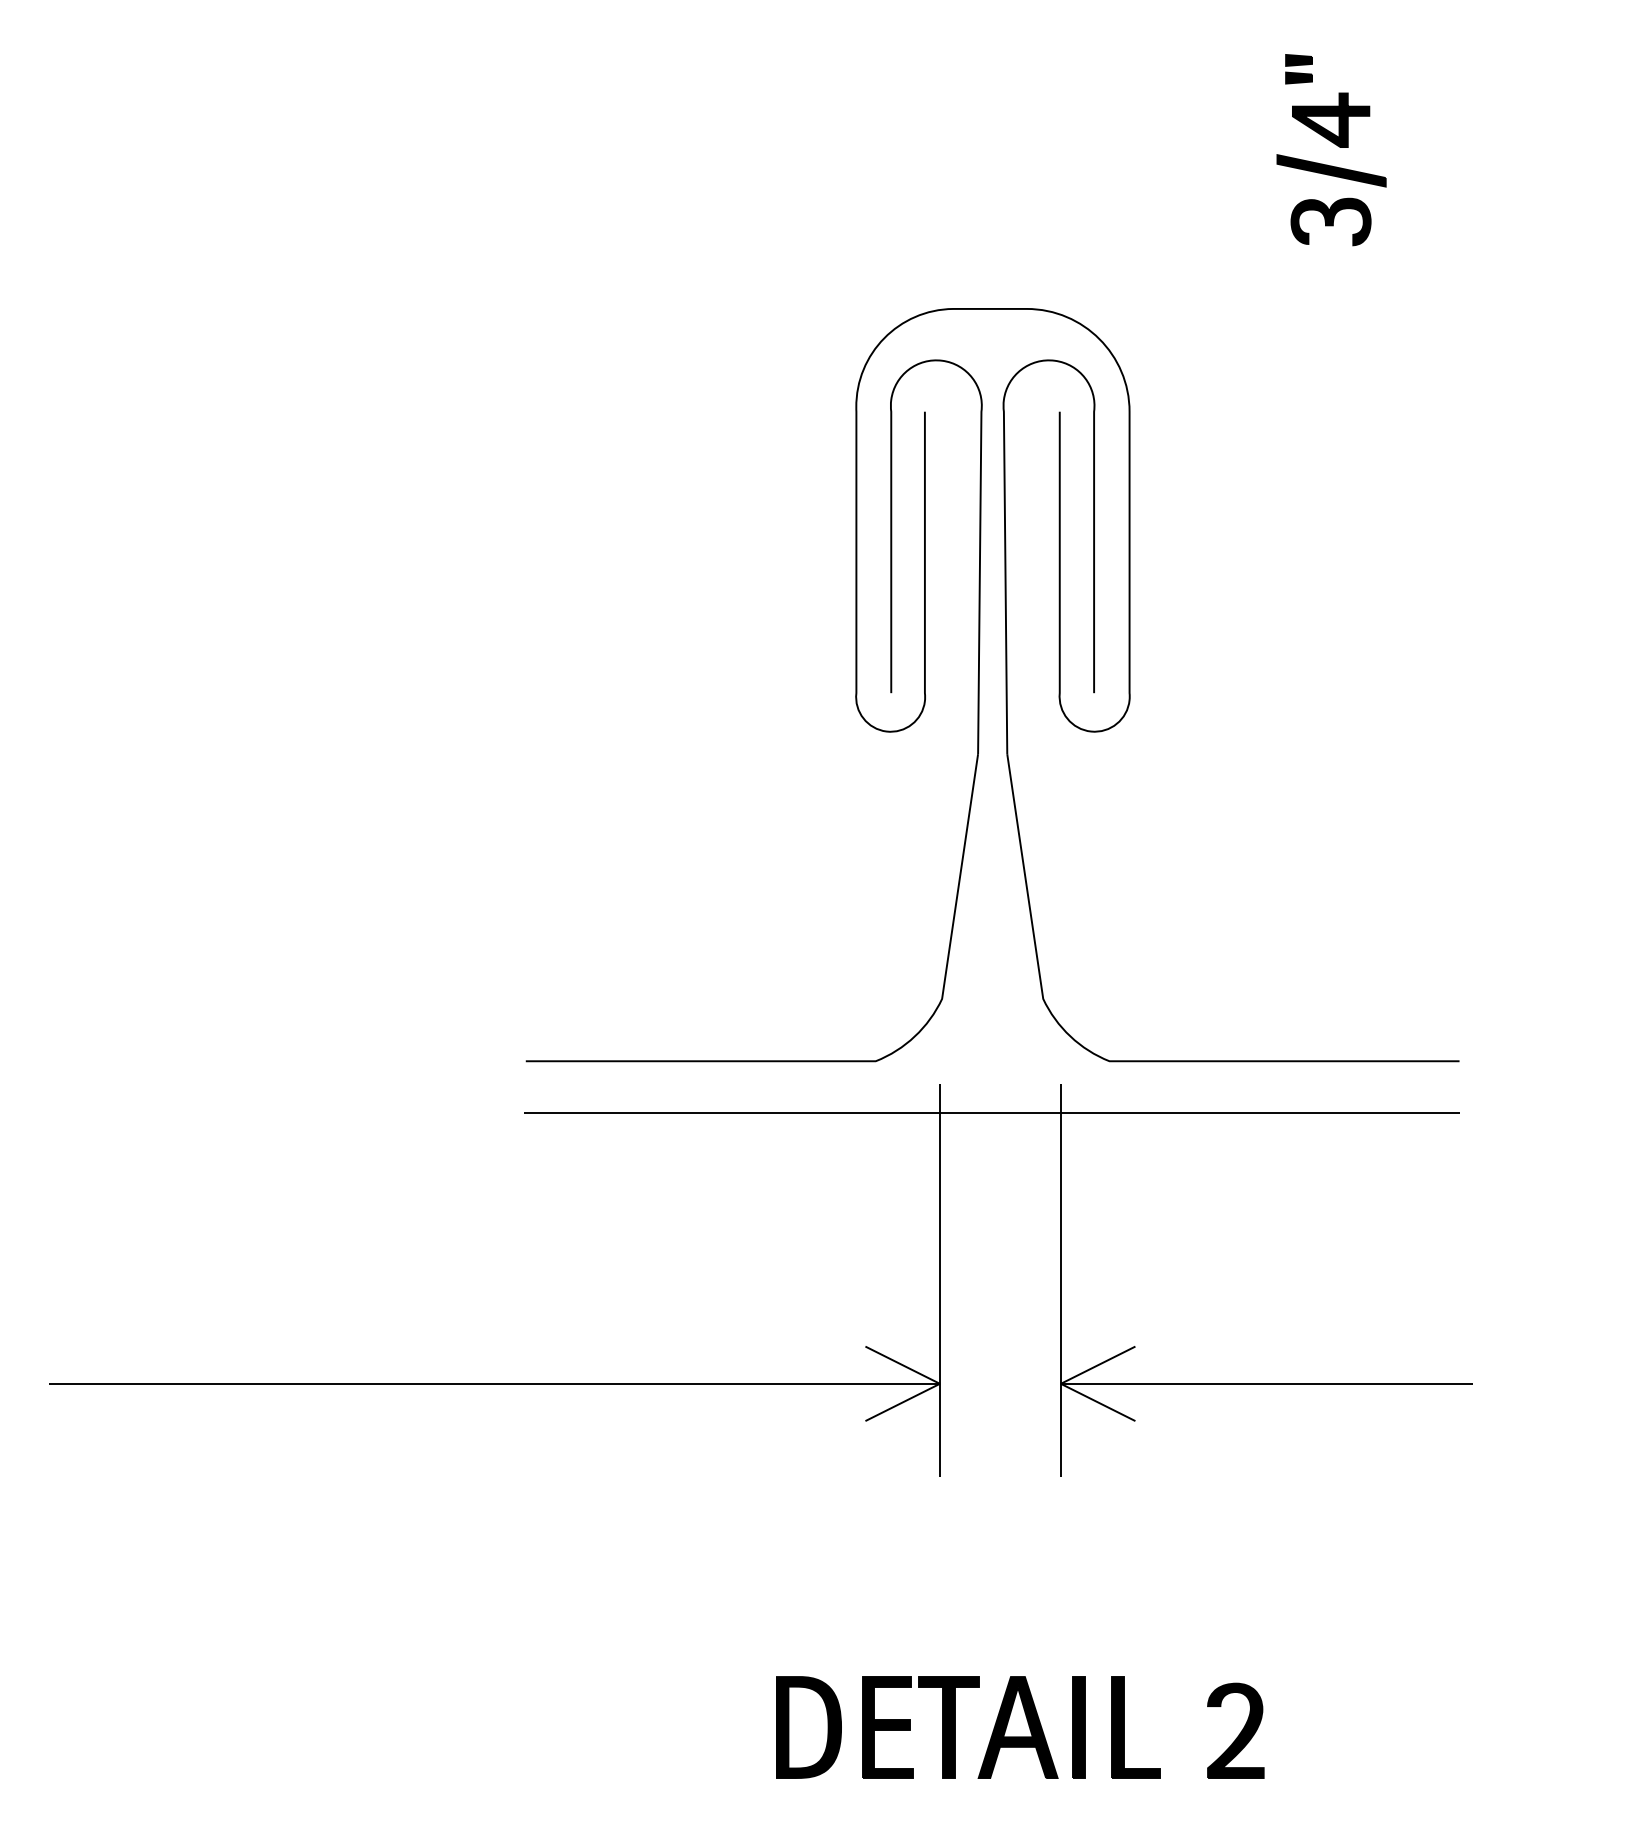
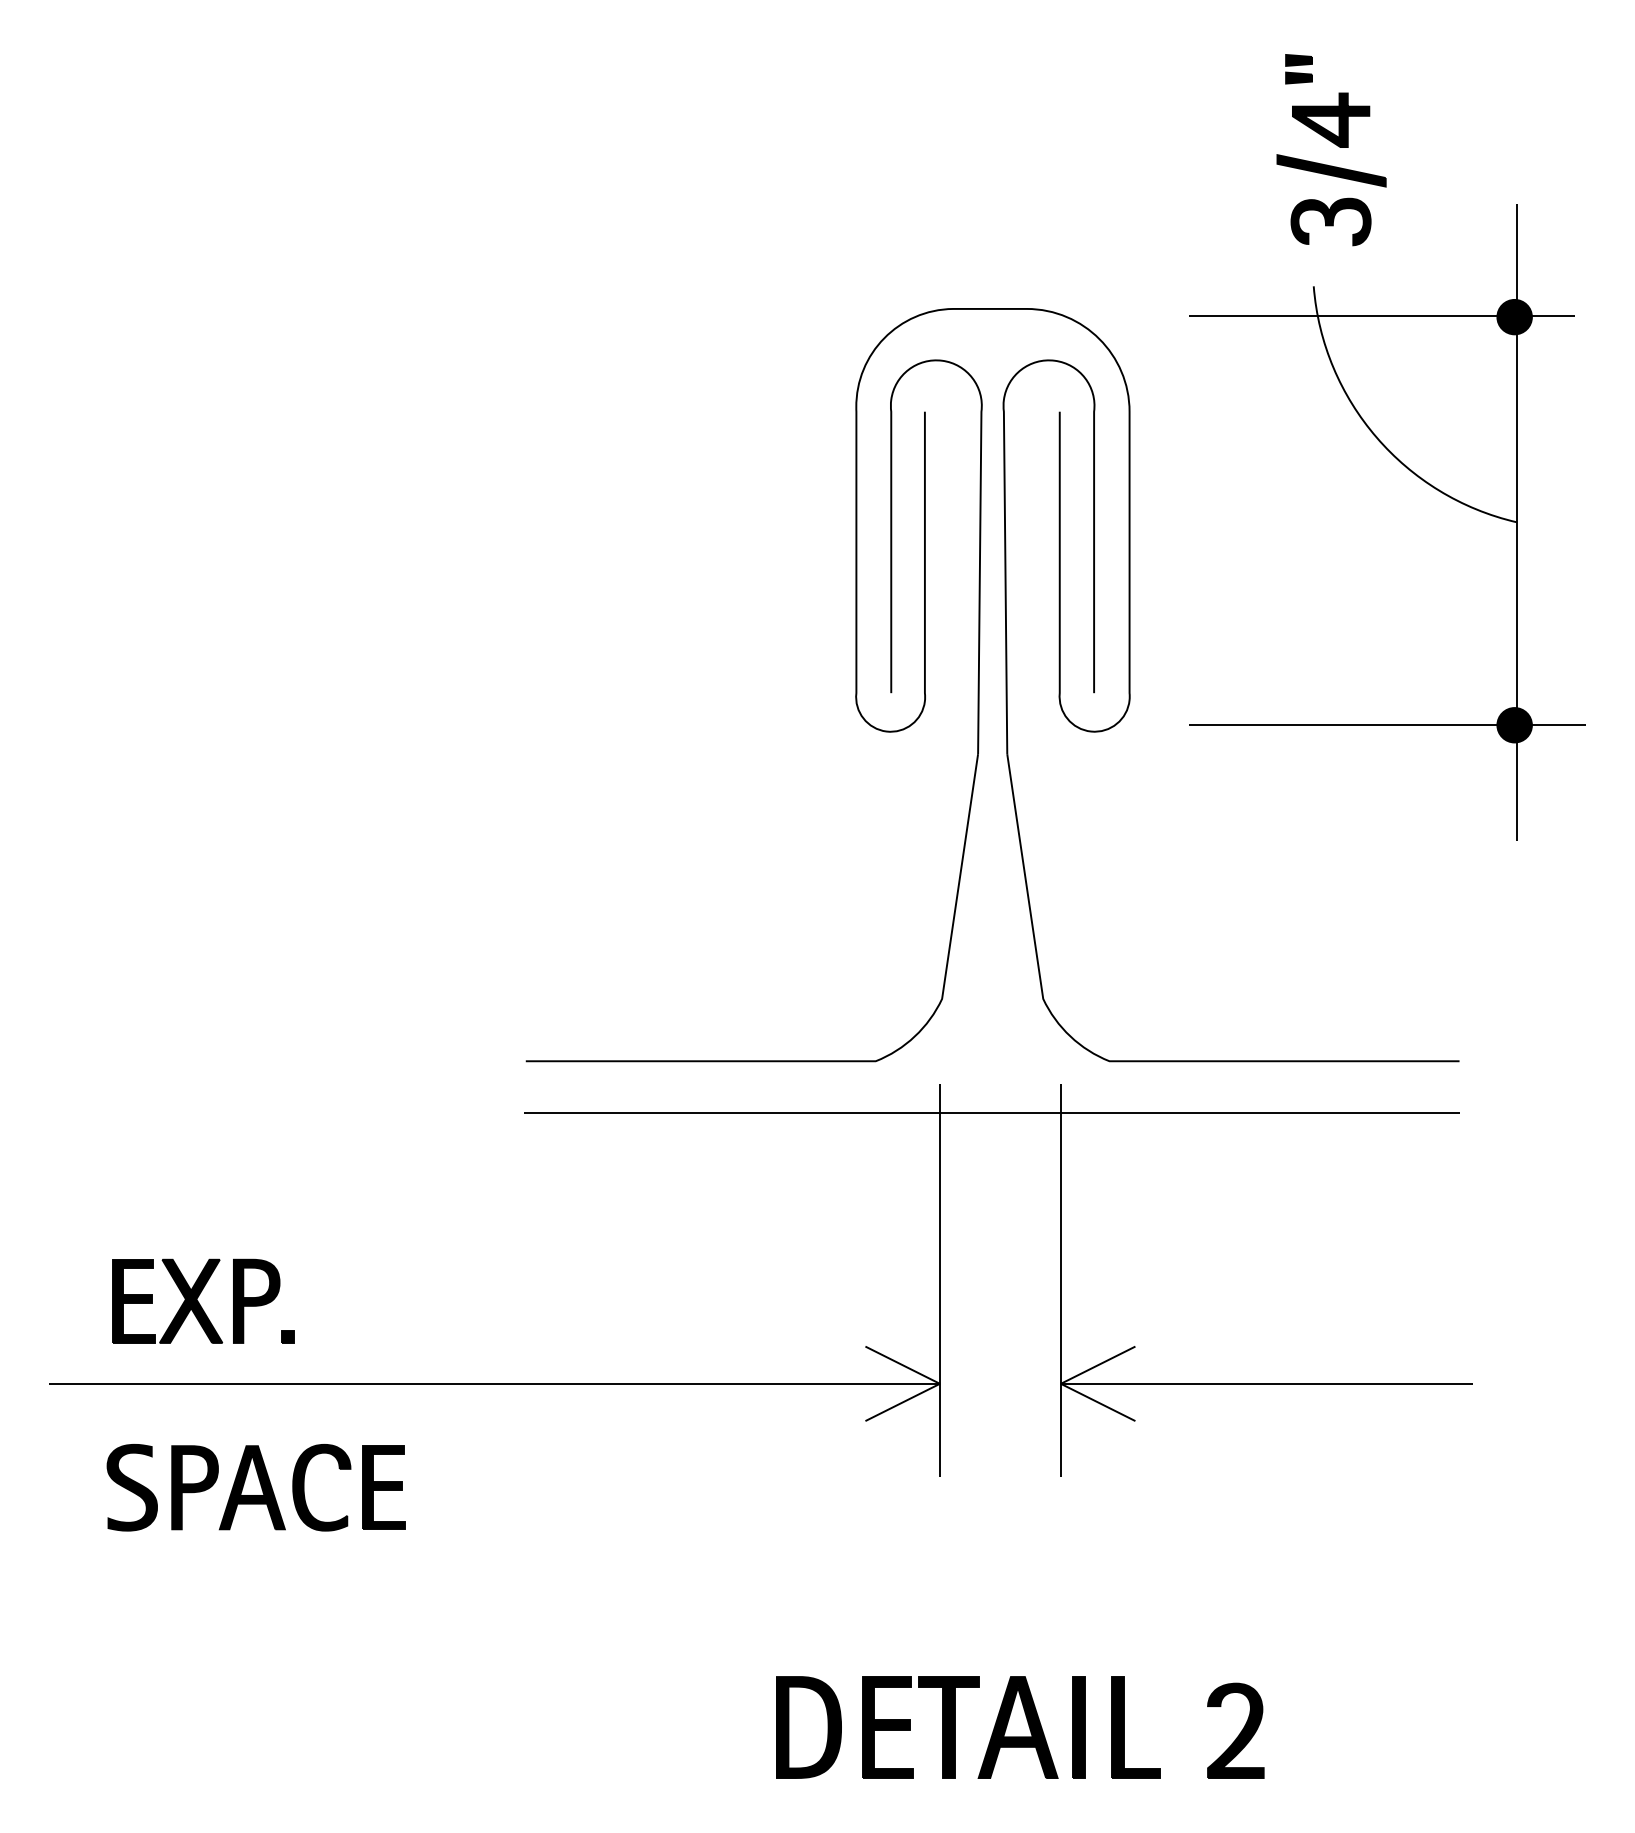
part at (1420, 479): none -> present
part at (203, 1300): none -> present
part at (255, 1487): none -> present
